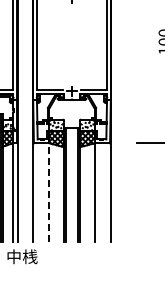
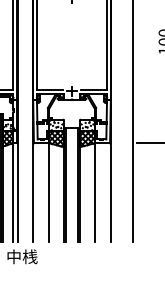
line at (133, 121): none -> present
line at (49, 192): dashed -> solid
